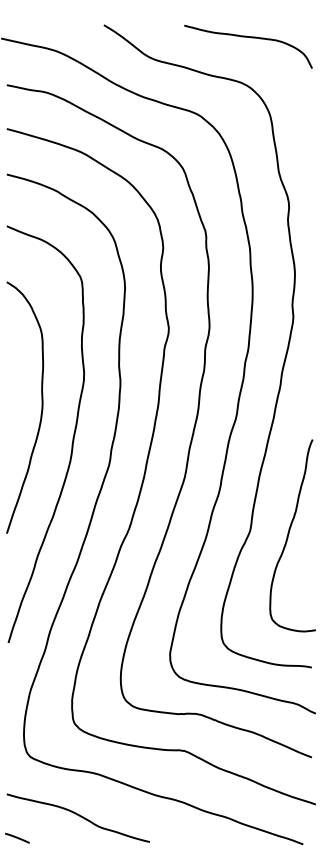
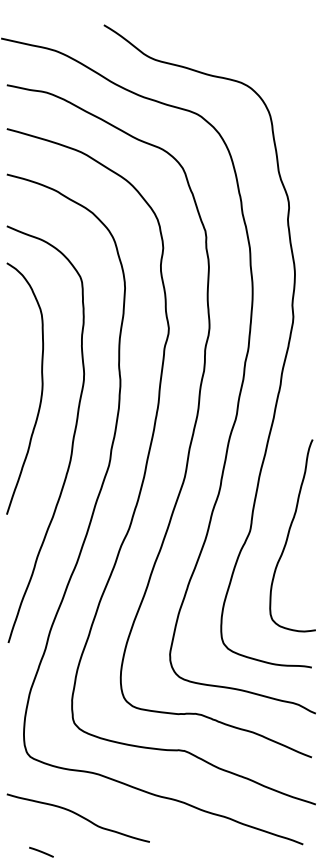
curve at (250, 38): present -> none
curve at (41, 407) position: (41, 407) -> (41, 388)
line at (17, 837) position: (17, 837) -> (41, 851)
